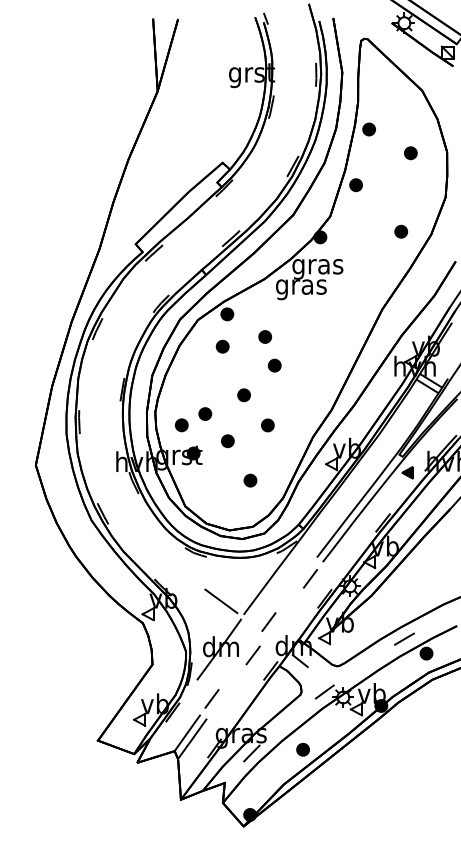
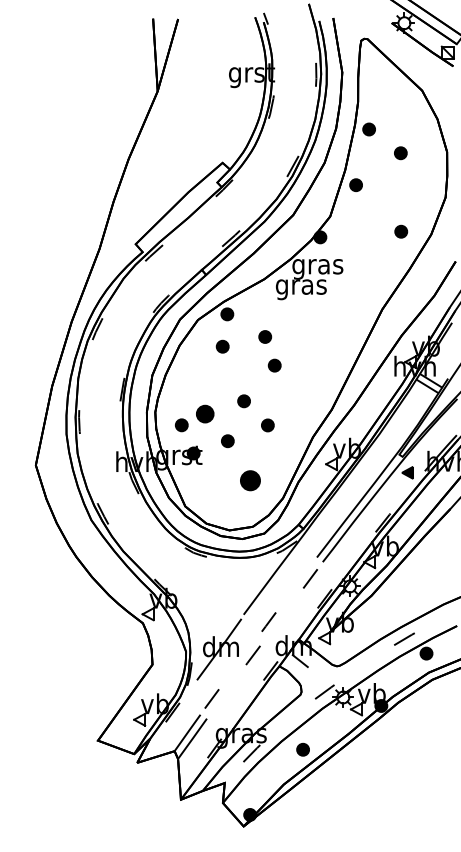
part at (410, 153) position: (410, 153) -> (400, 153)
part at (243, 395) position: (243, 395) -> (243, 401)
part at (205, 413) size: 15x14 px -> 19x20 px
part at (250, 480) size: 15x15 px -> 21x22 px
line at (221, 601): present -> none
